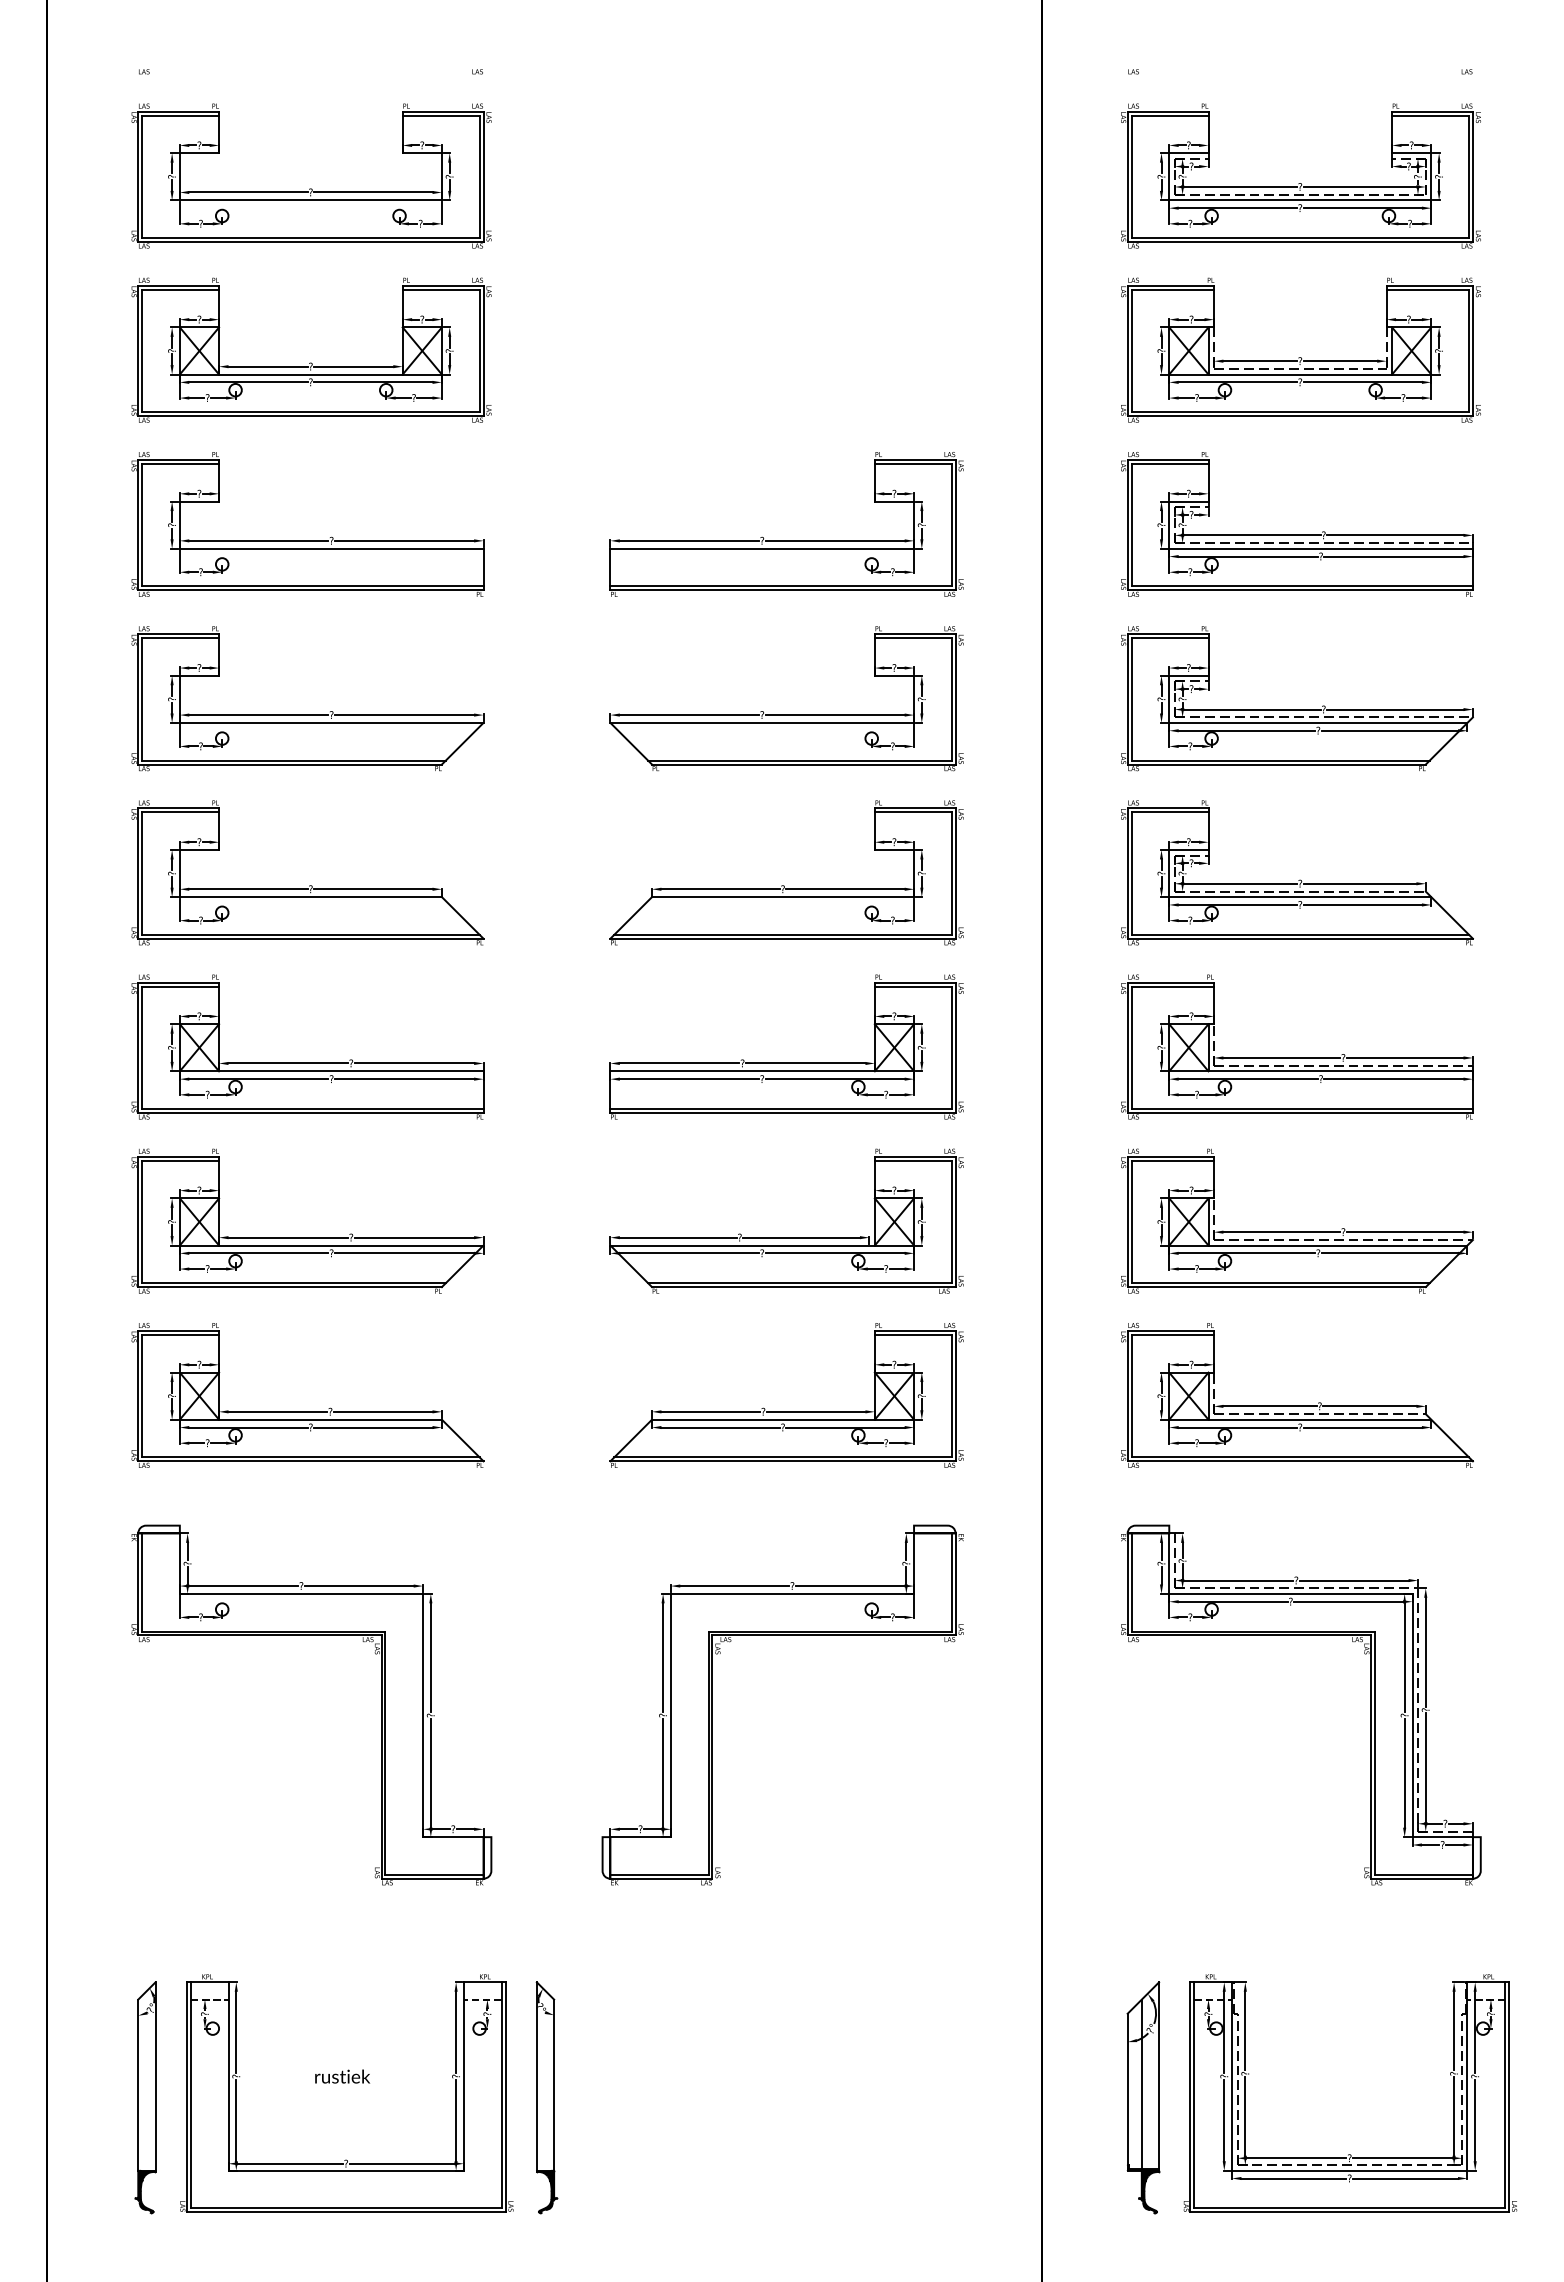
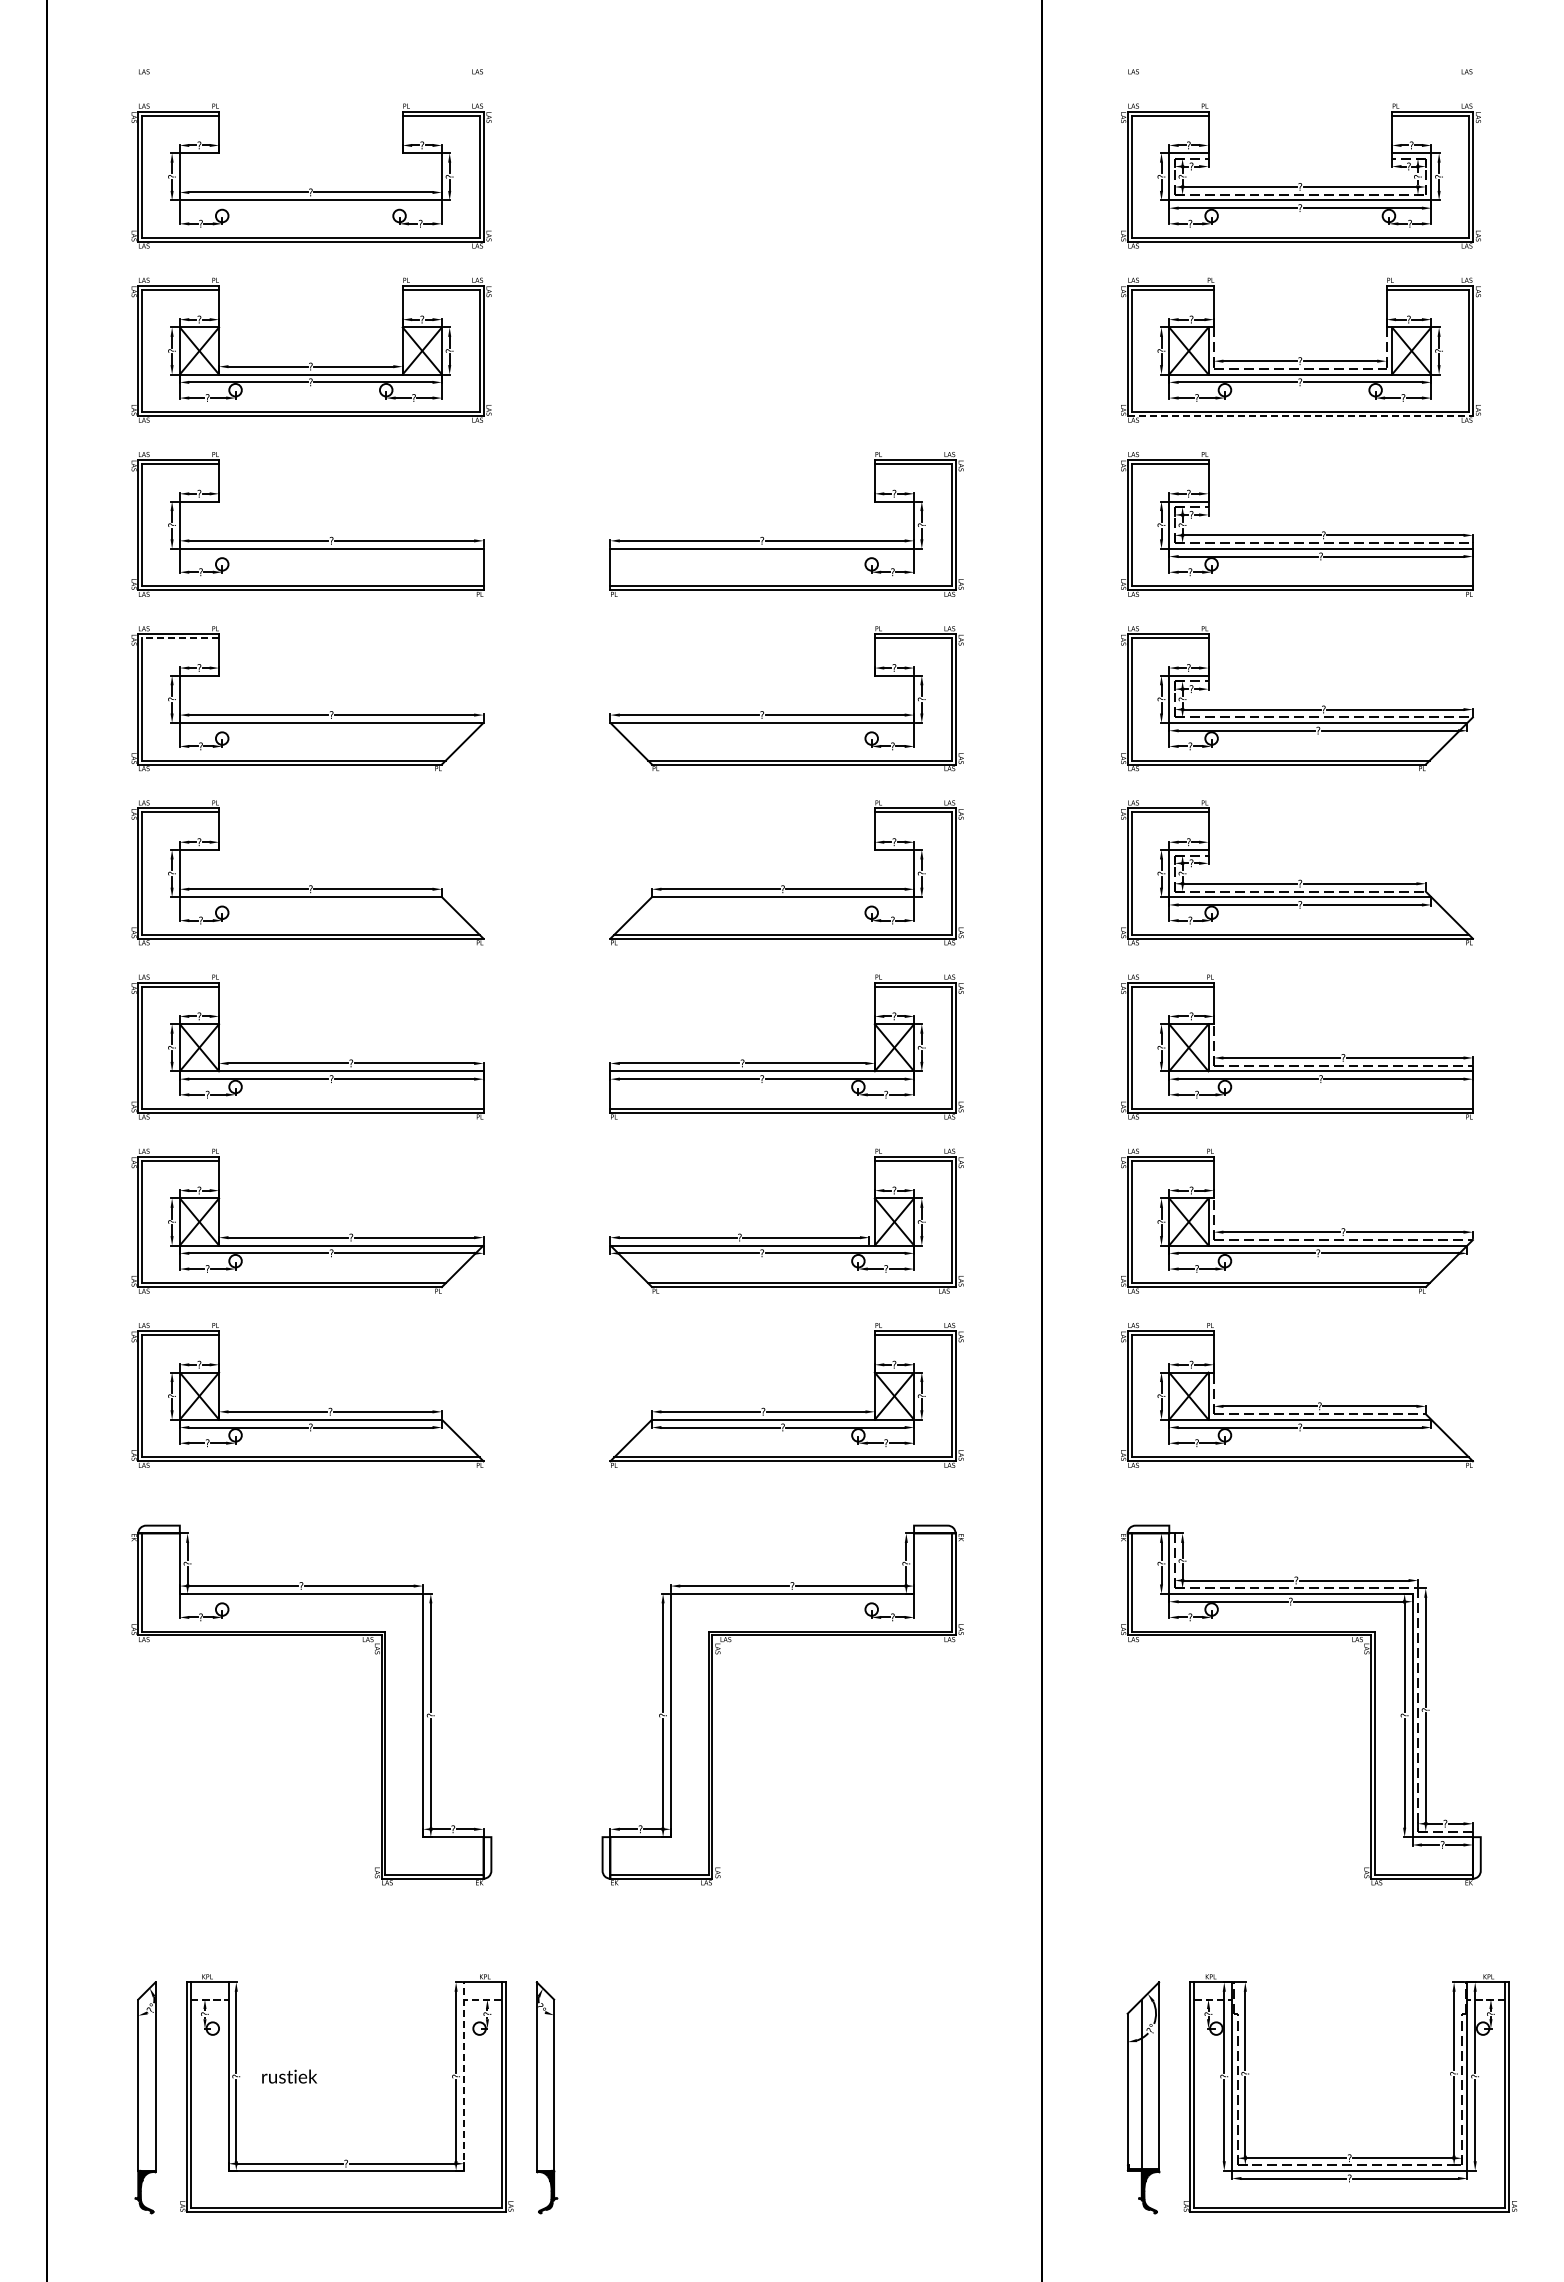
line at (1300, 416): solid -> dashed
line at (180, 638): solid -> dashed
text at (342, 2076) position: (342, 2076) -> (289, 2076)
line at (463, 2076): solid -> dashed
